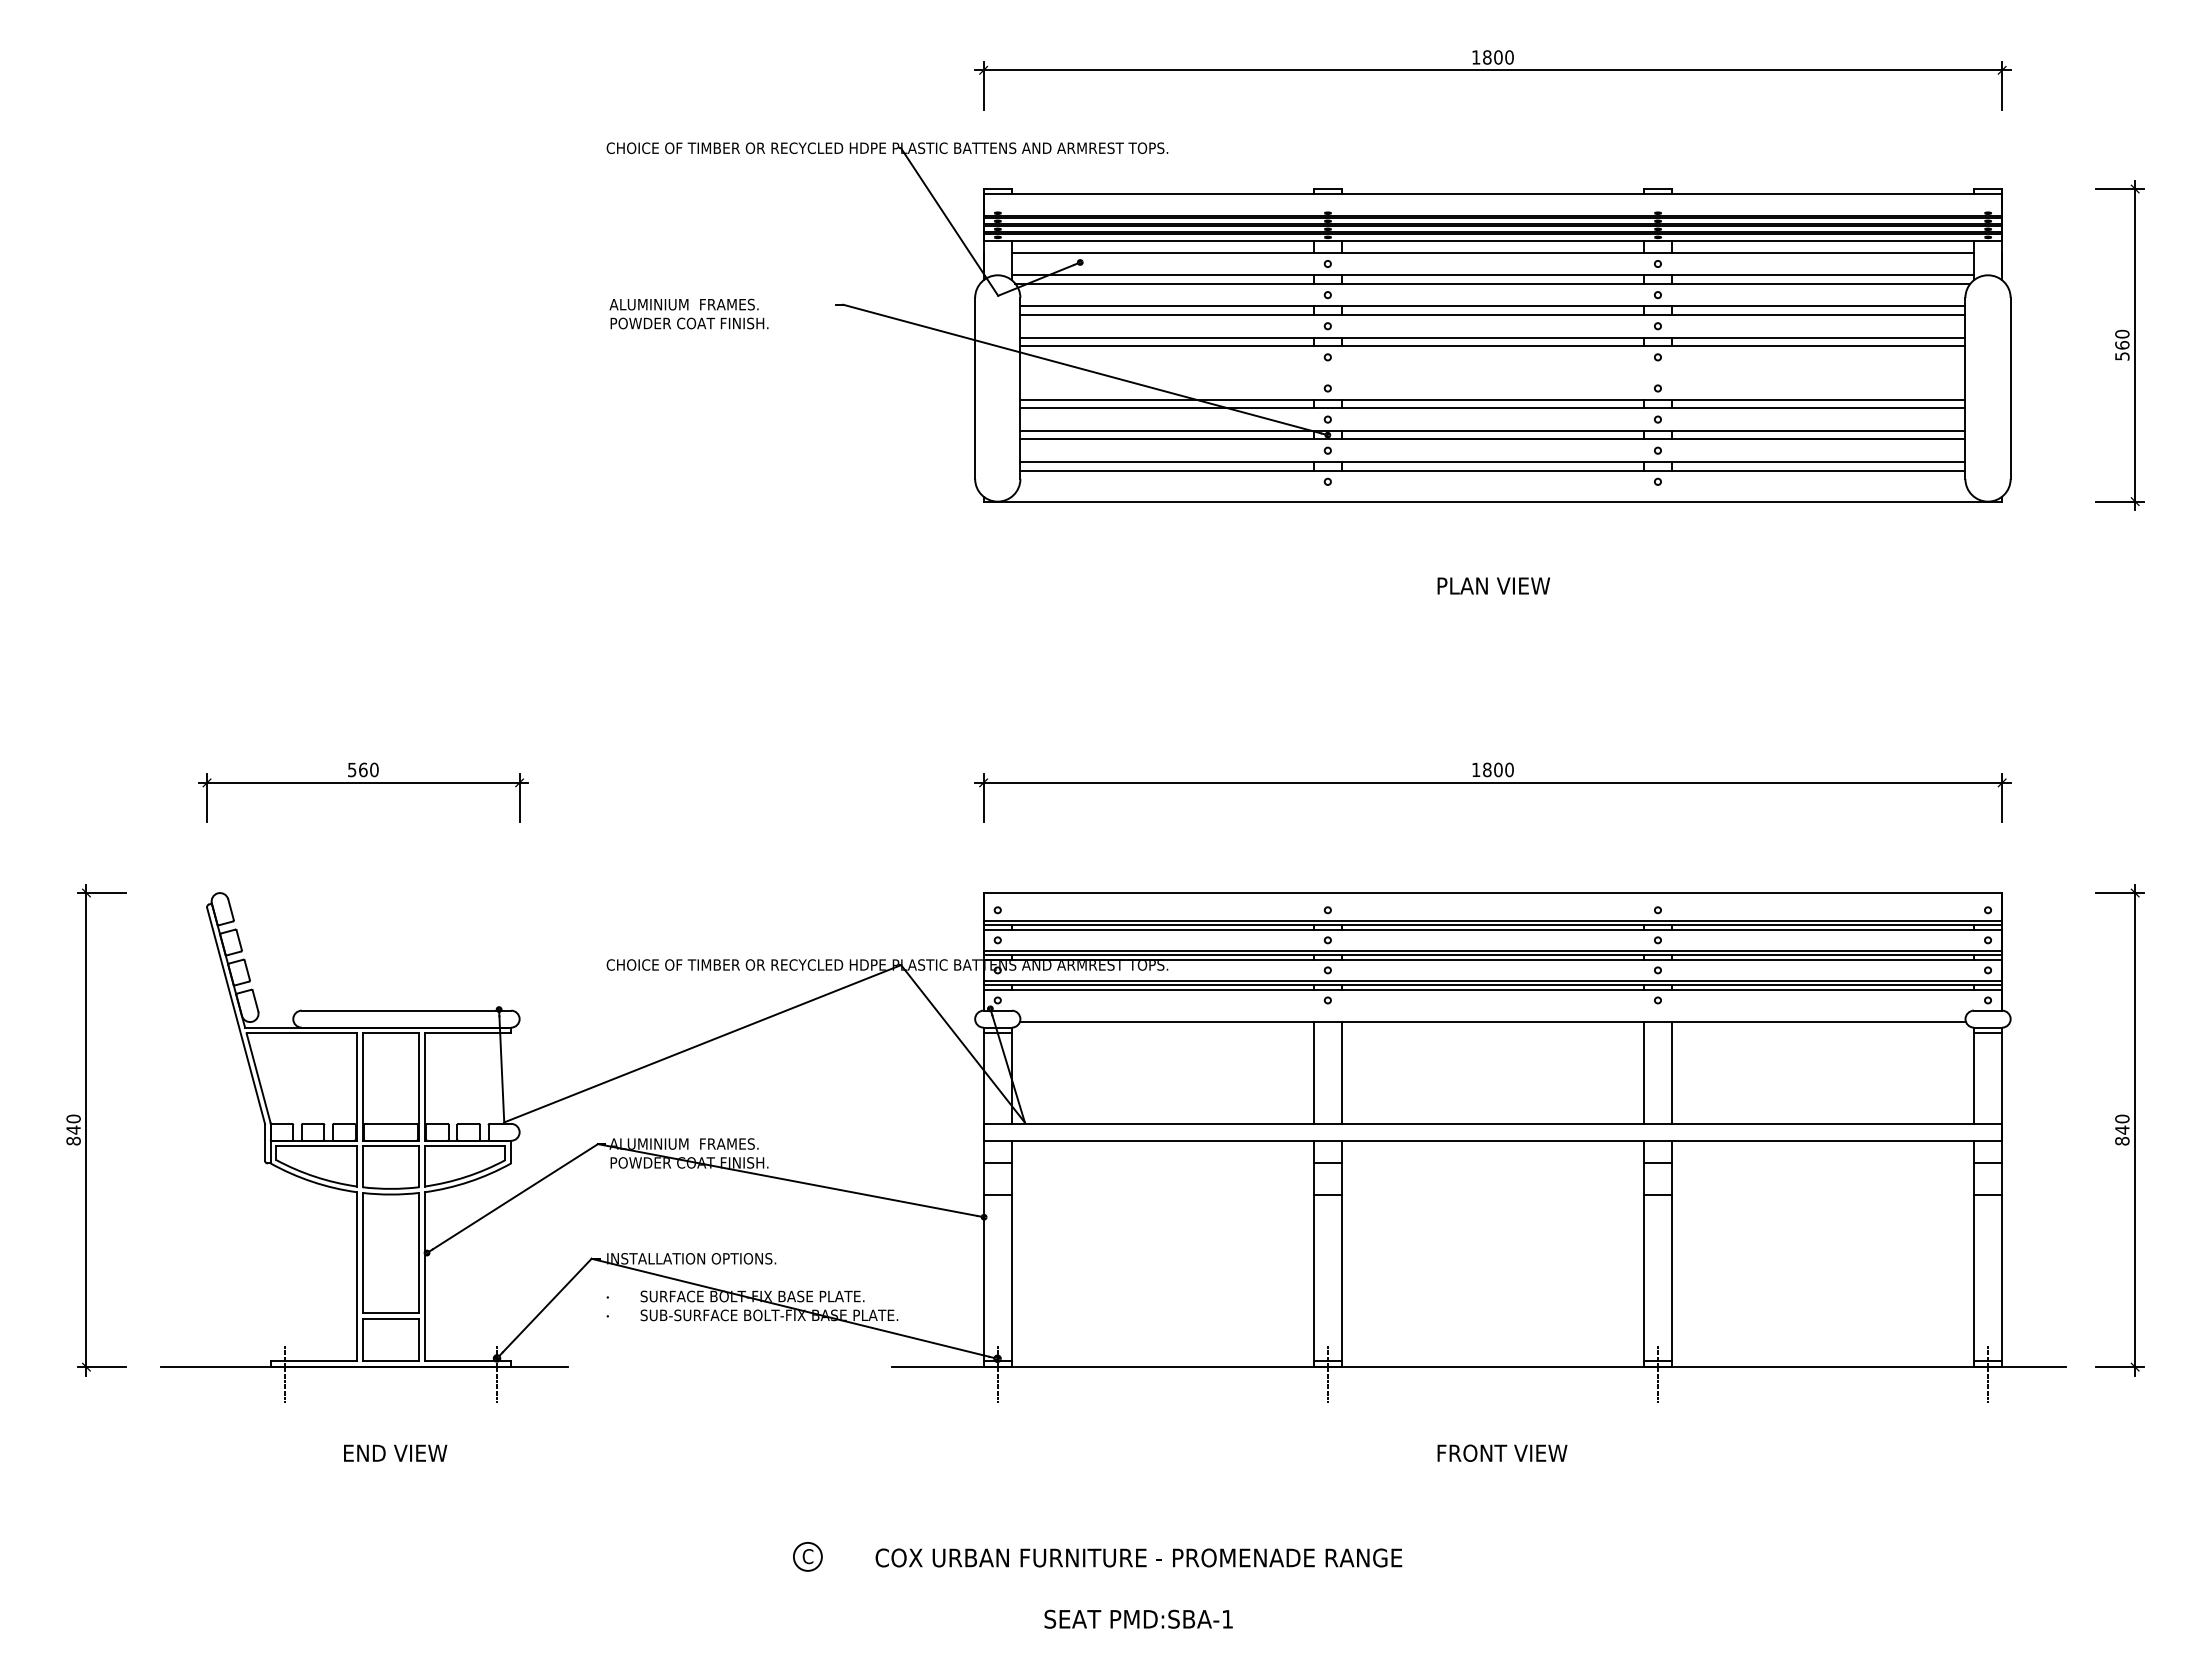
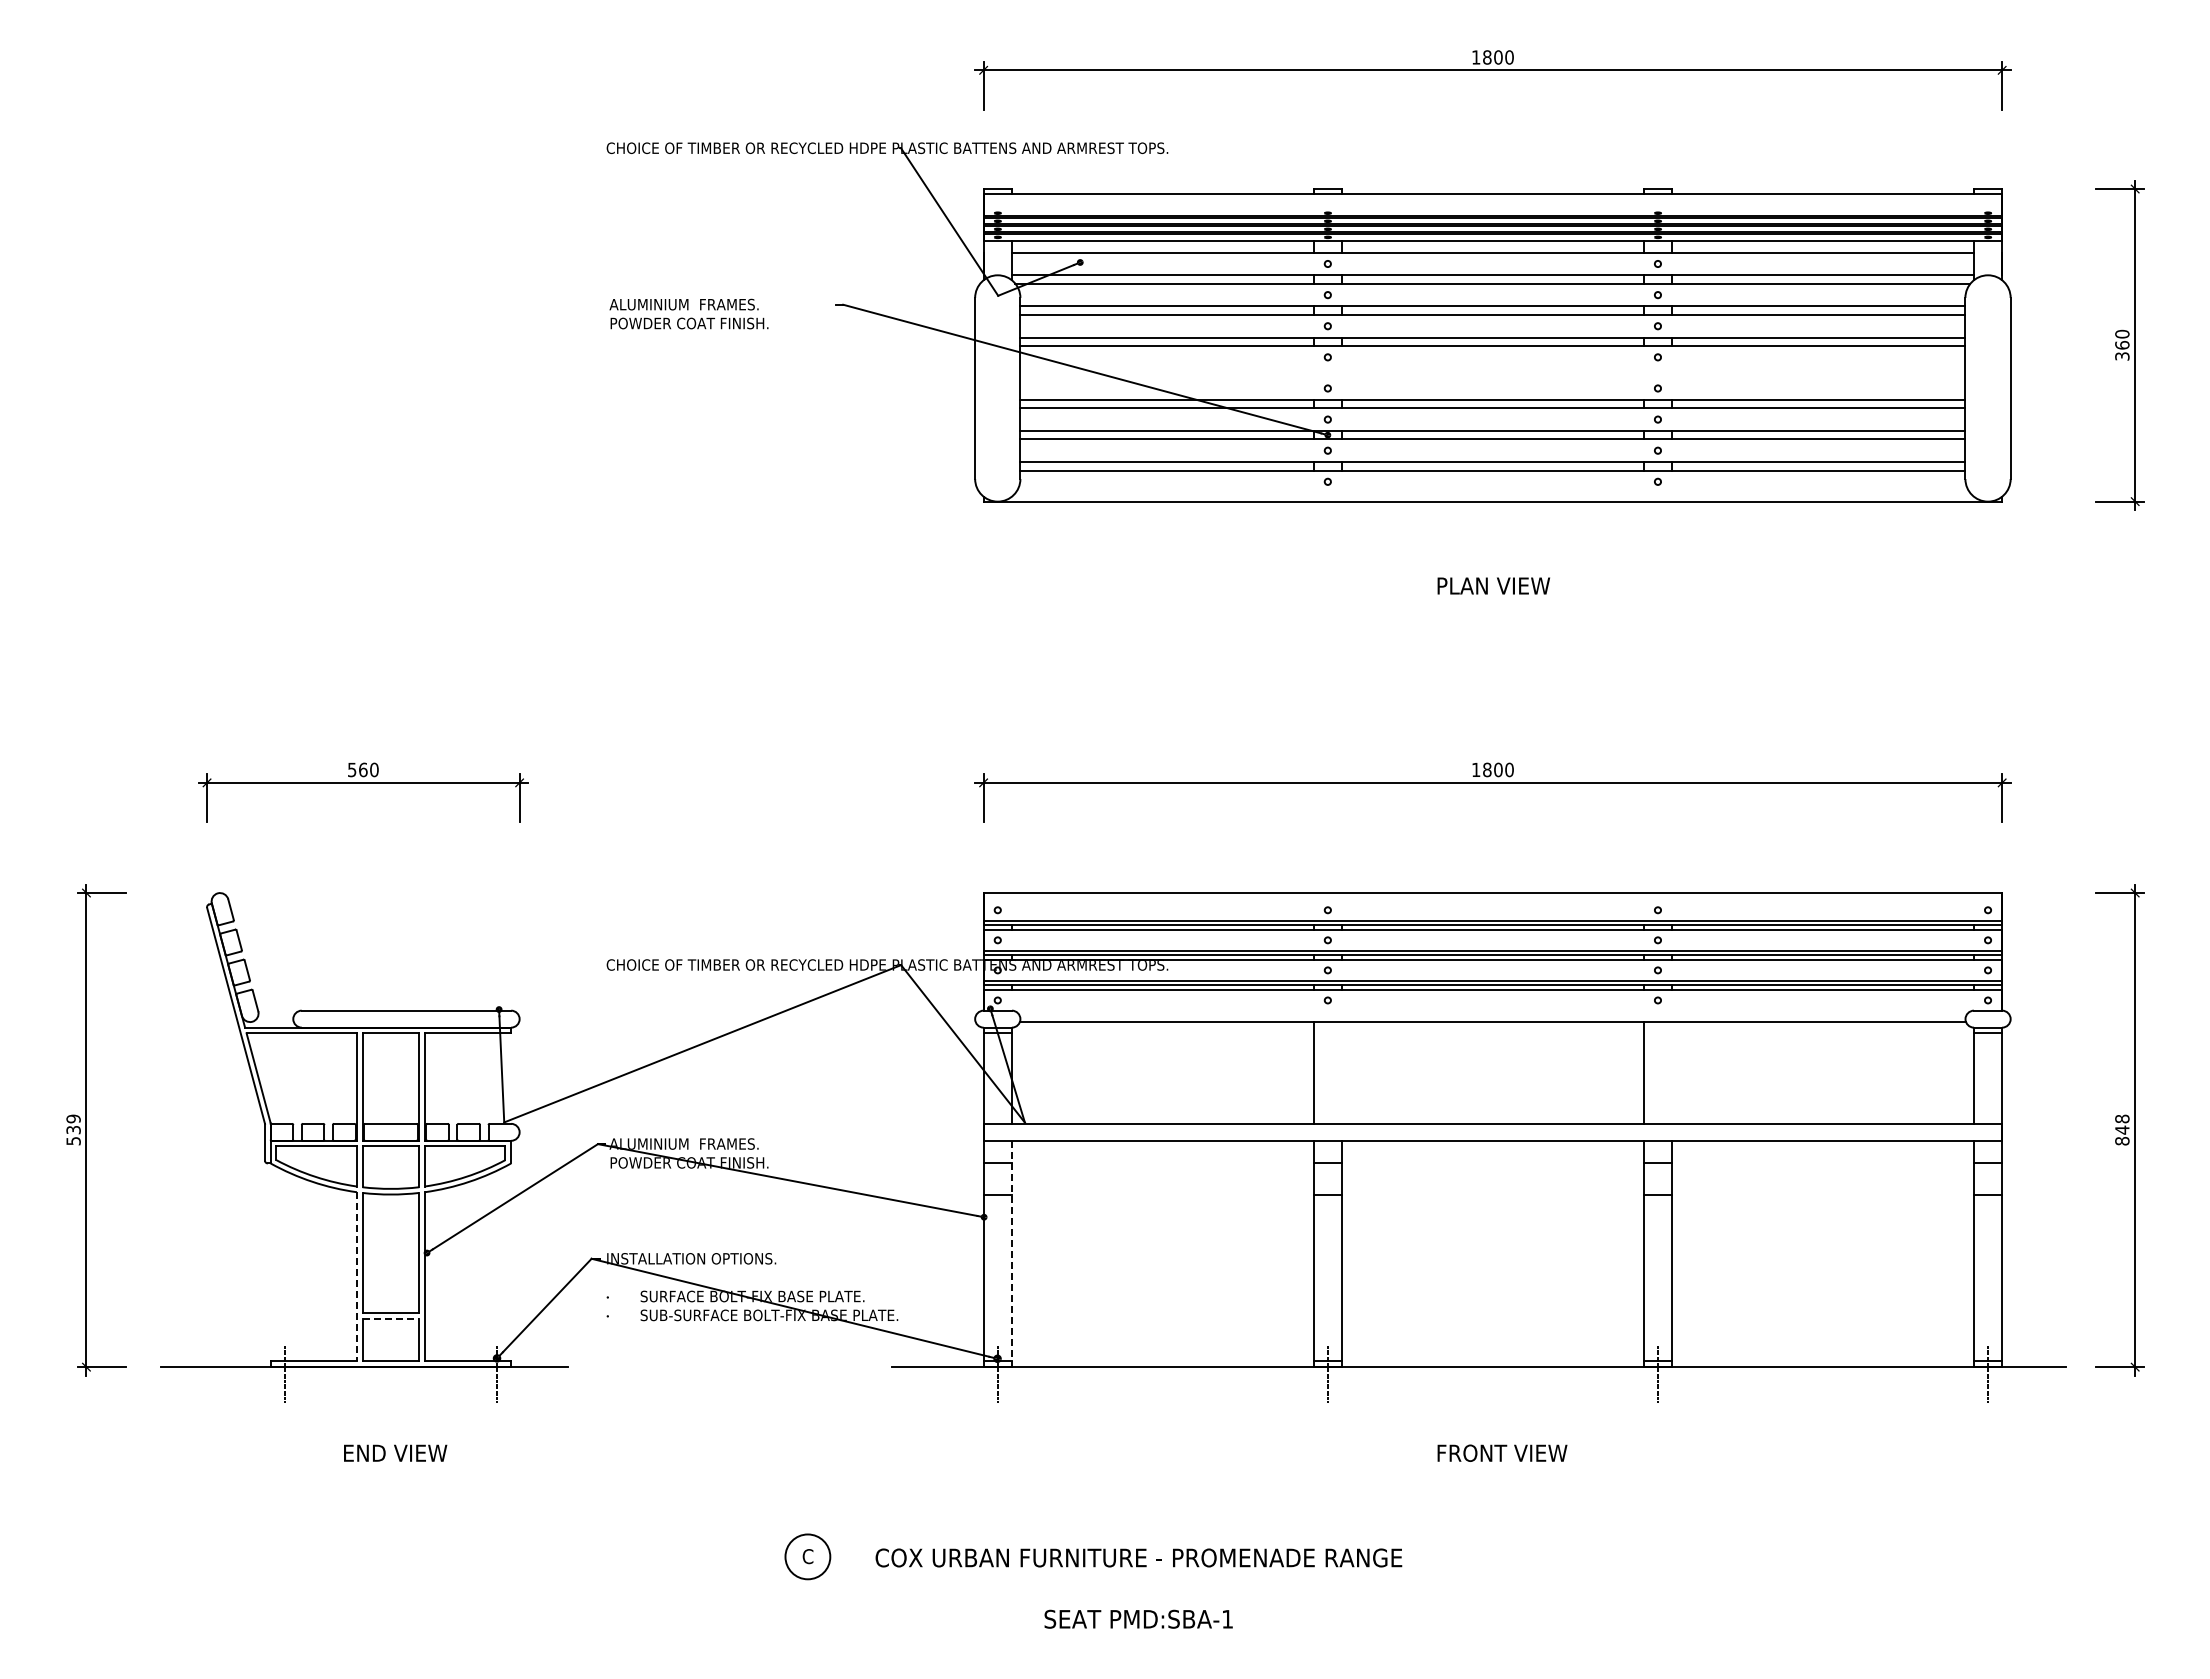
text at (2121, 356): 560 -> 360
line at (1342, 1072): present -> none
line at (1672, 1072): present -> none
text at (2122, 1118): 840 -> 848
text at (73, 1129): 840 -> 539
line at (1011, 1254): solid -> dashed
line at (356, 1276): solid -> dashed
line at (391, 1319): solid -> dashed
circle at (807, 1556) diameter: 28 px -> 45 px
